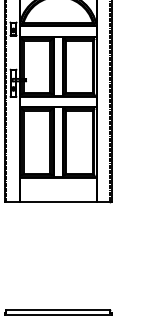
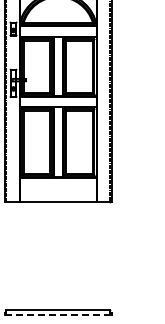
line at (58, 314): solid -> dashed
